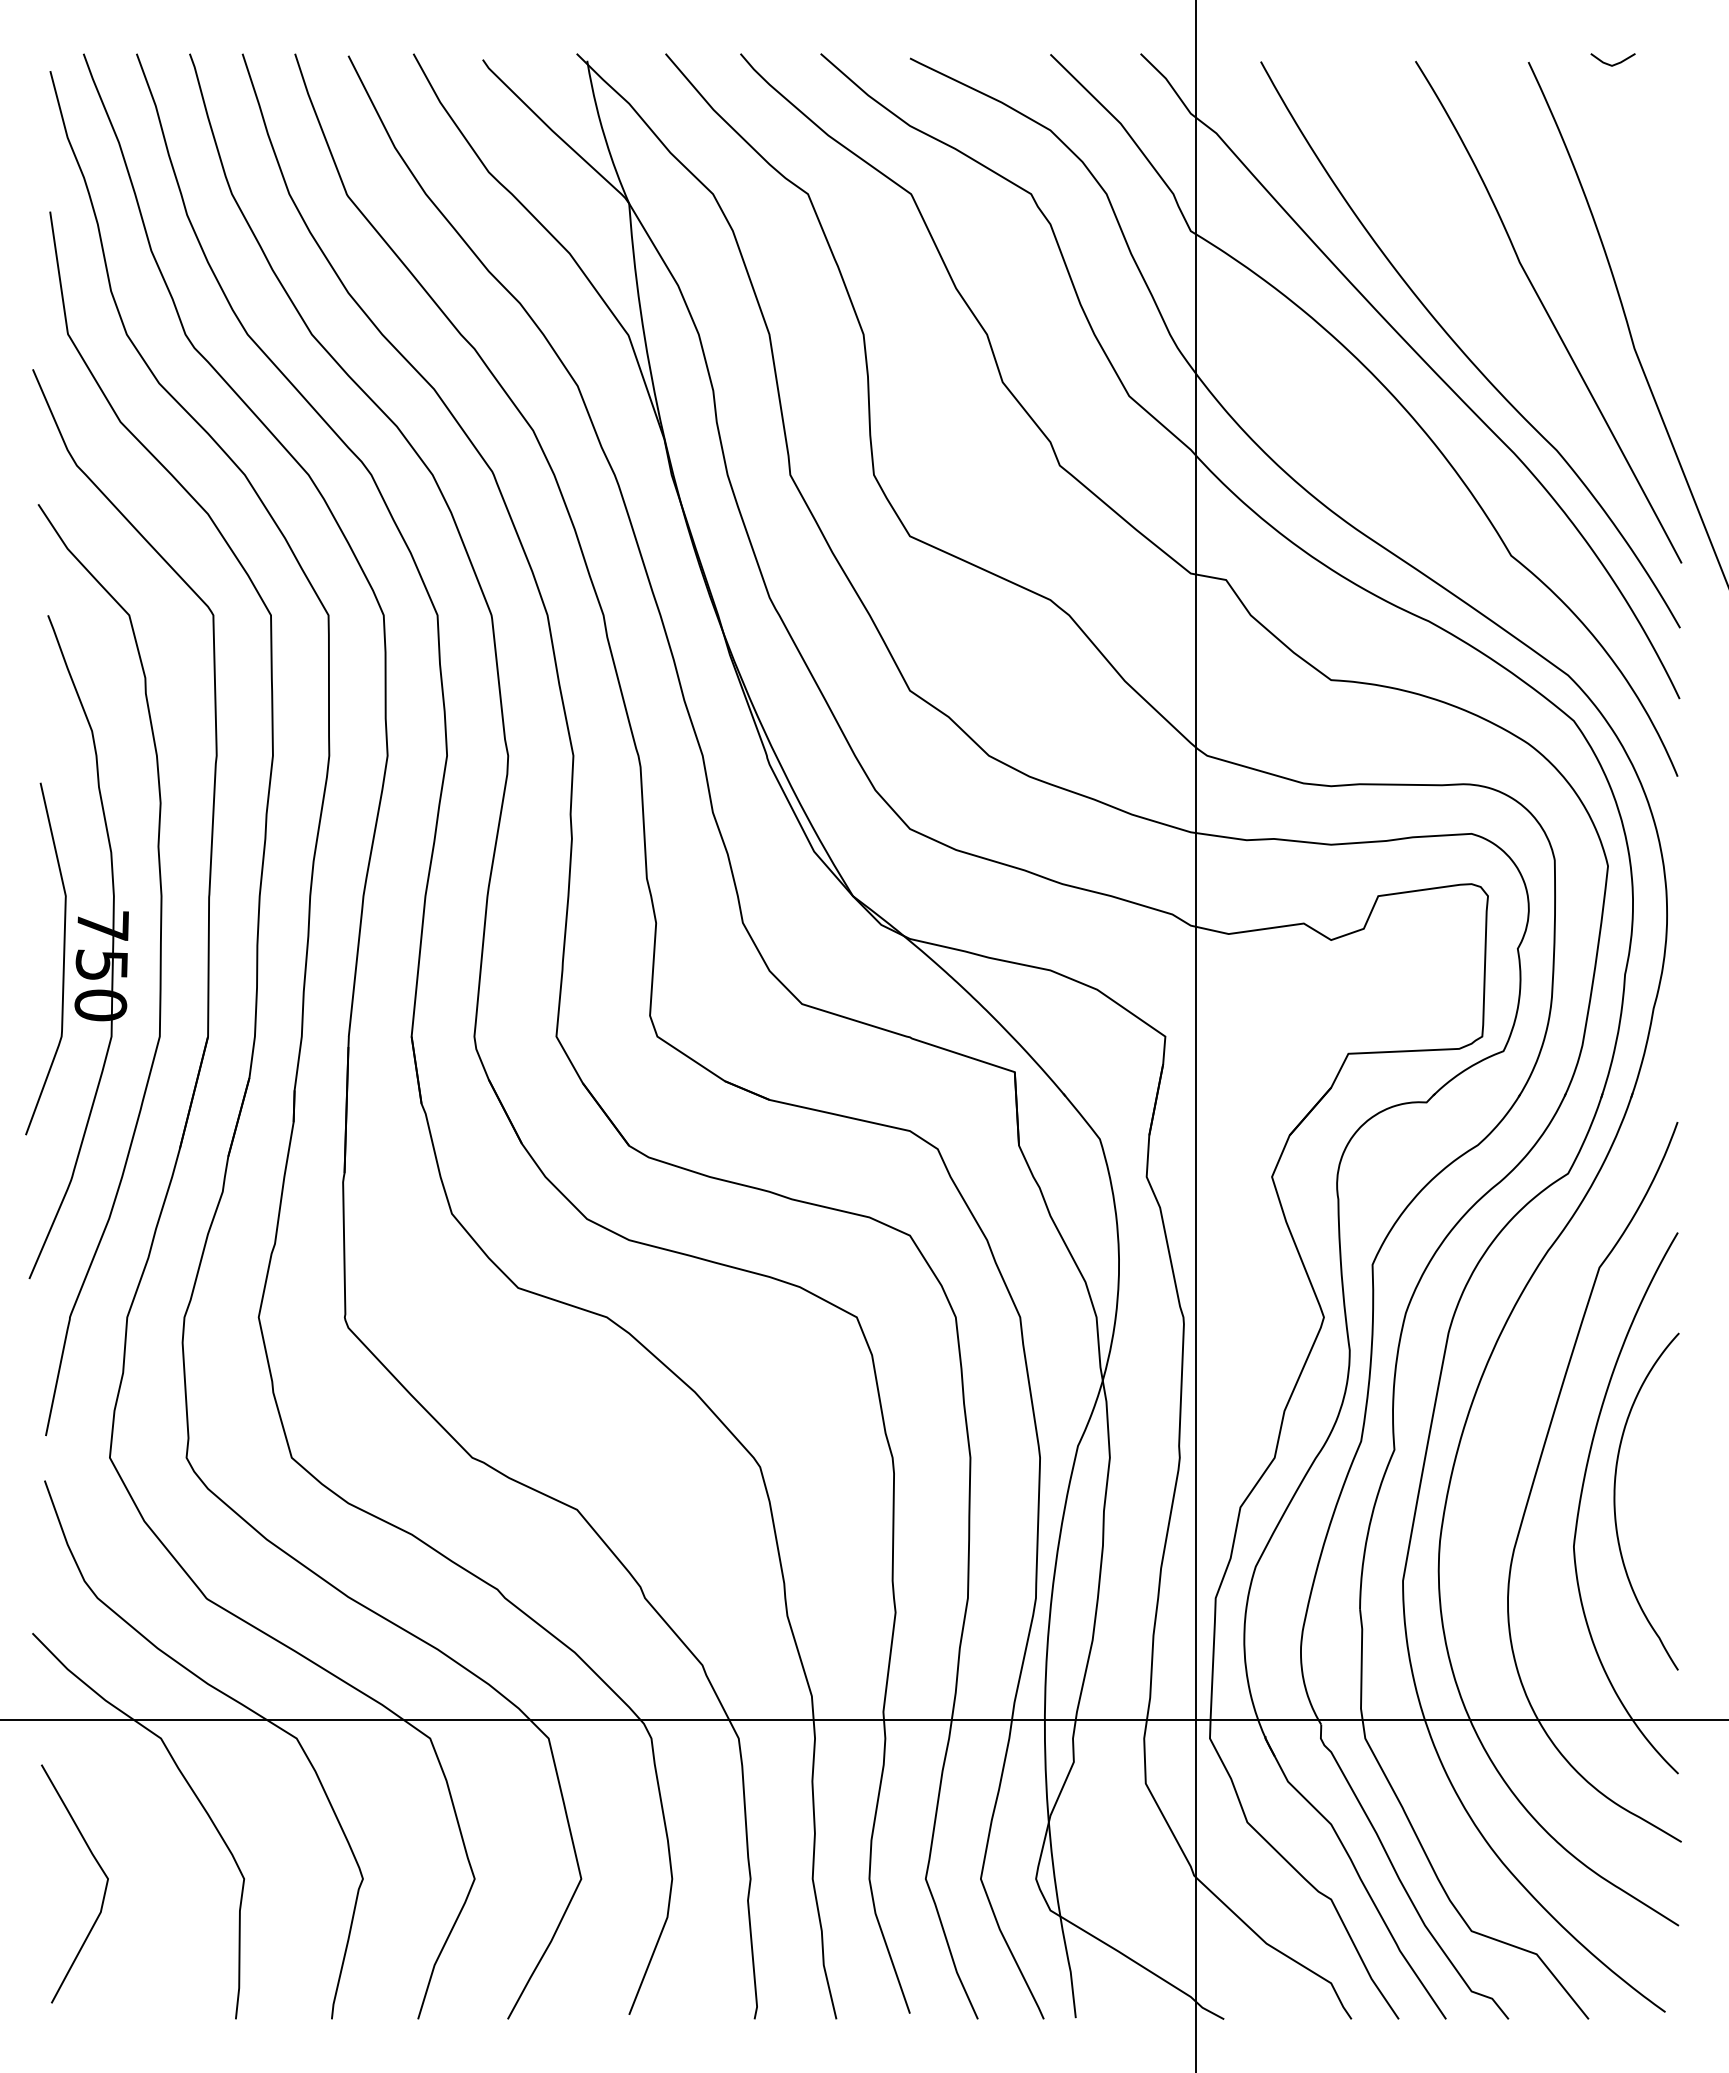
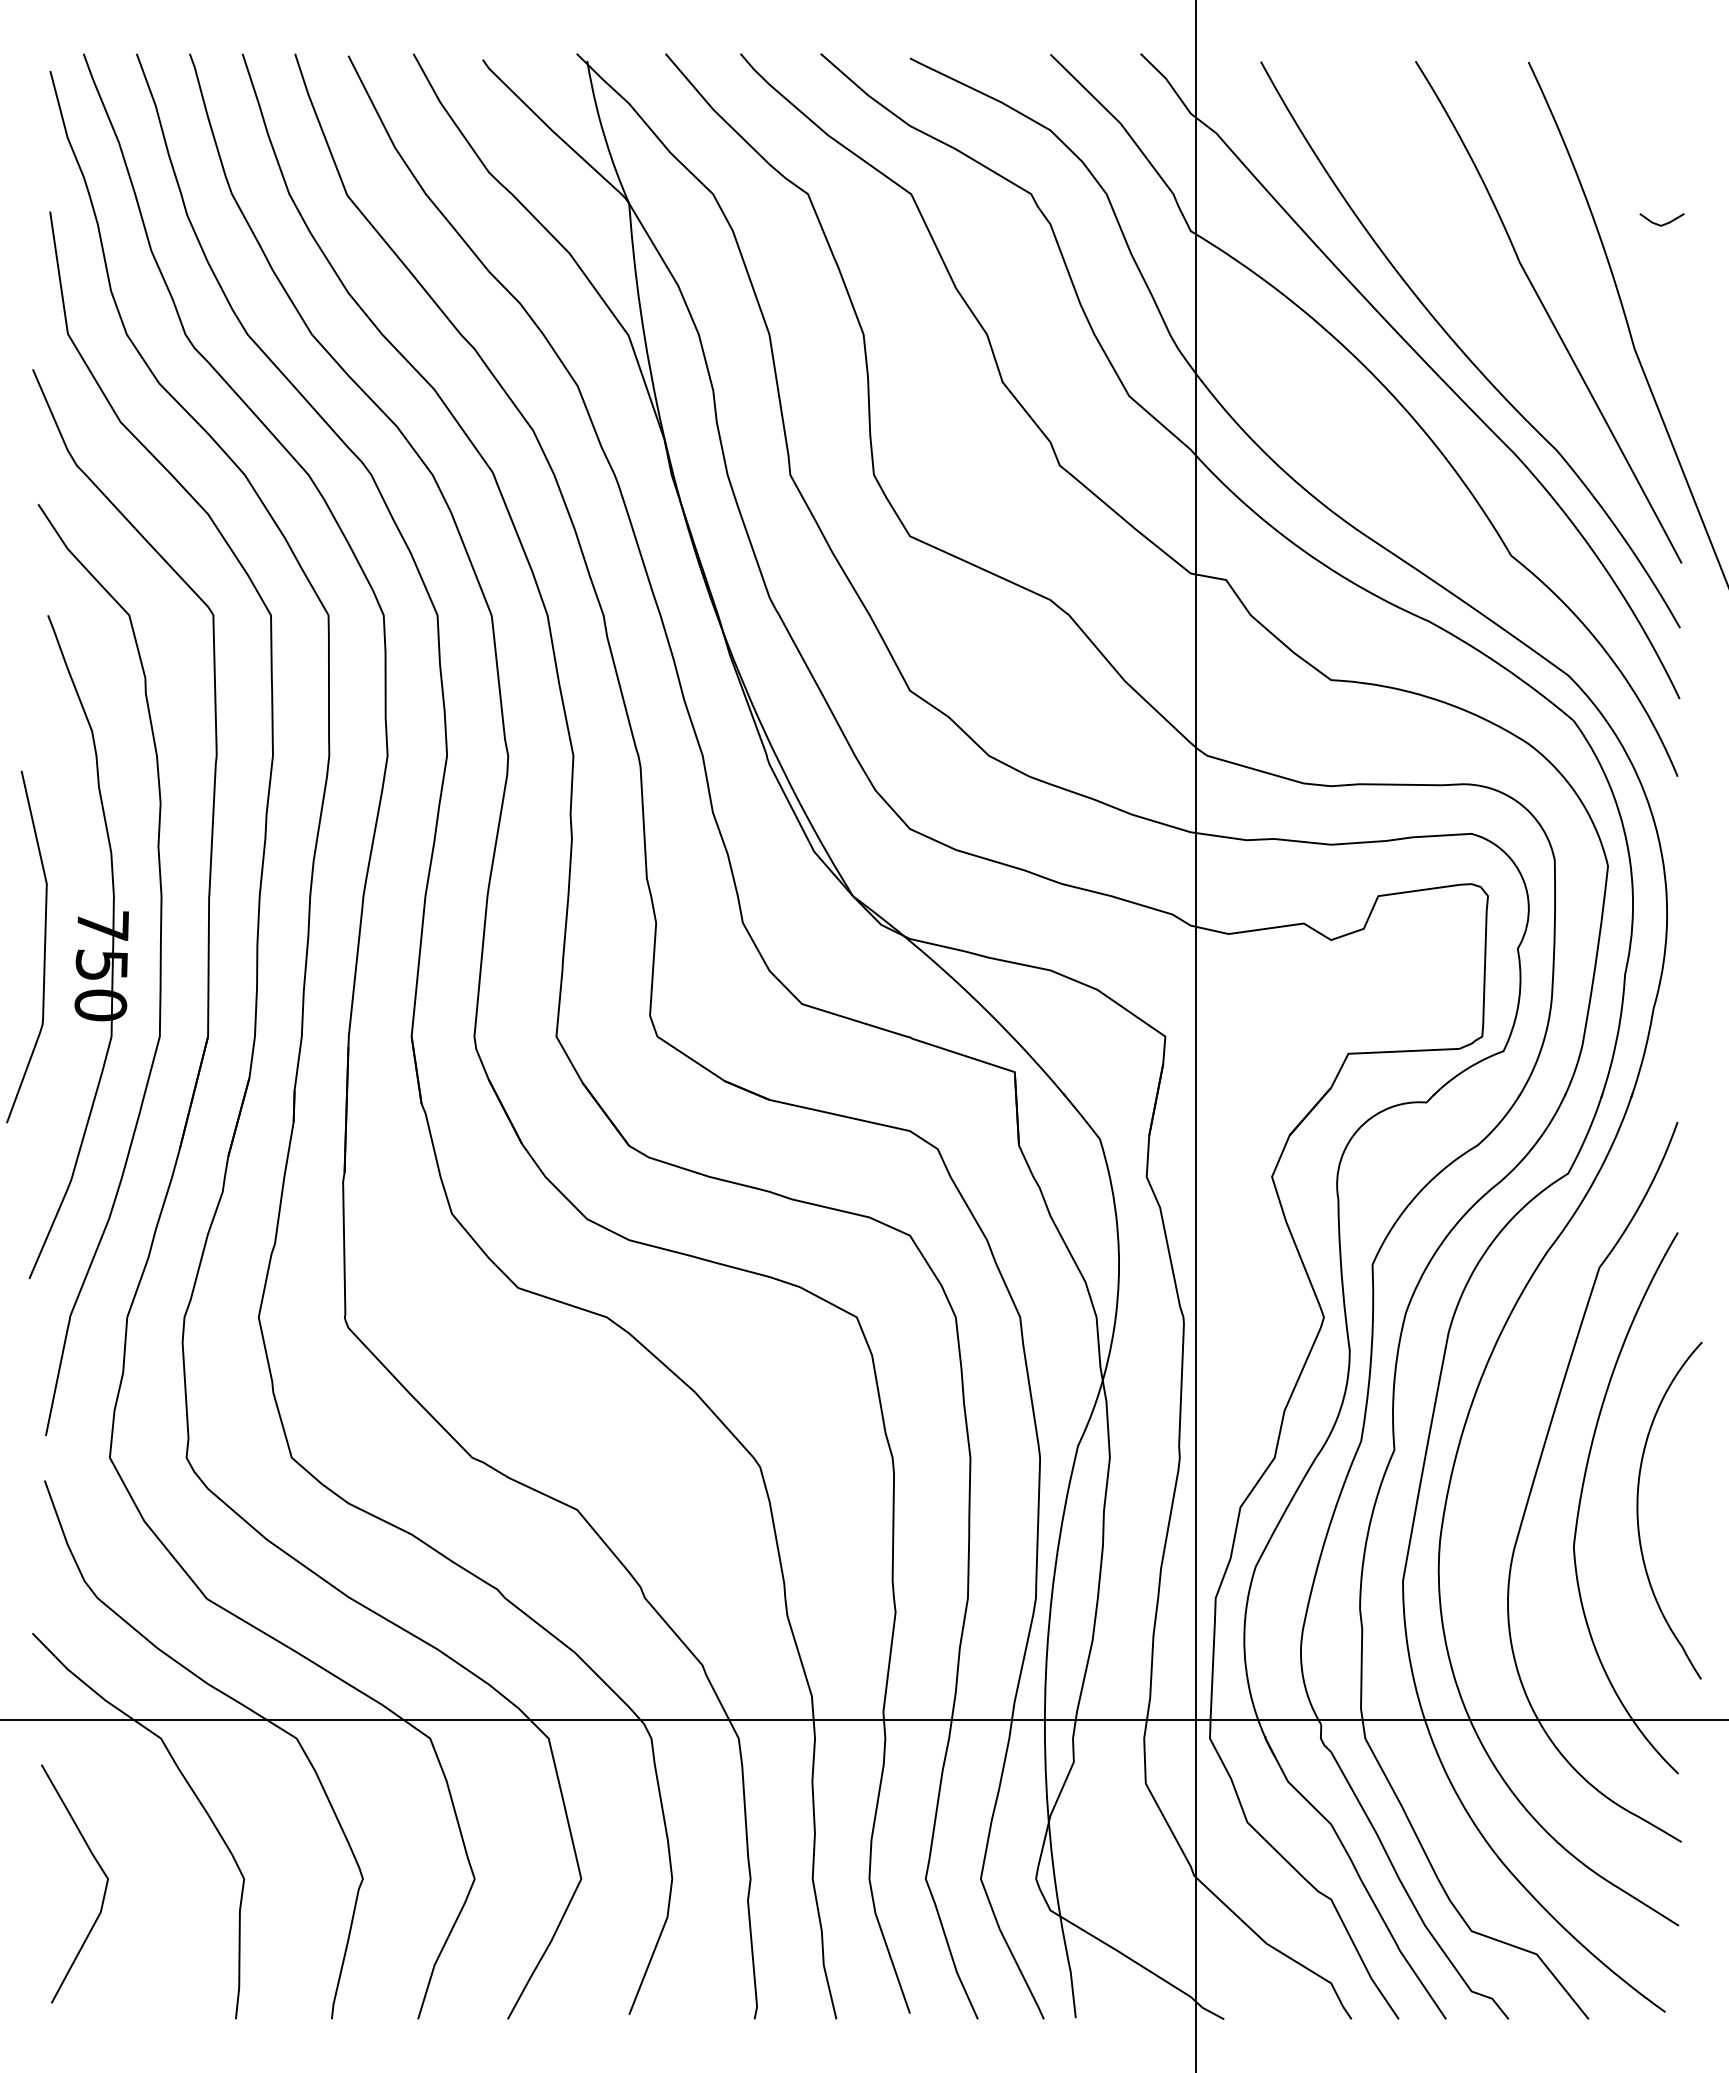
line at (1615, 63) position: (1615, 63) -> (1664, 223)
curve at (63, 958) position: (63, 958) -> (44, 946)
curve at (1615, 1501) position: (1615, 1501) -> (1638, 1510)
